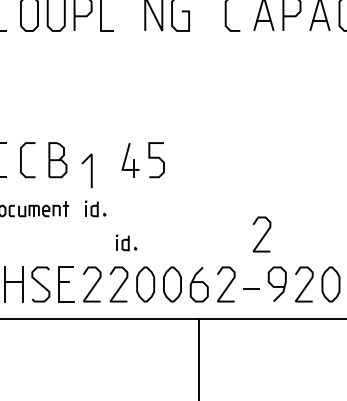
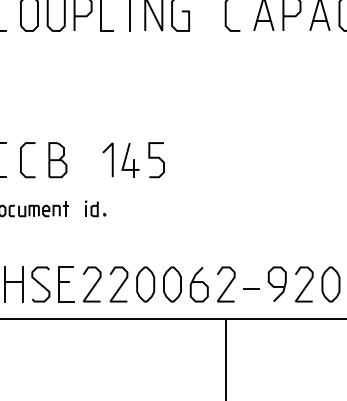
line at (129, 16): none -> present
line at (90, 170) position: (90, 170) -> (111, 159)
curve at (263, 235): present -> none
part at (126, 242): present -> none
line at (199, 357) position: (199, 357) -> (226, 357)
